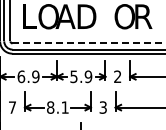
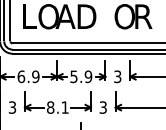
line at (89, 43): dashed -> solid
text at (117, 77): 2 -> 3
text at (12, 107): 7 -> 3
